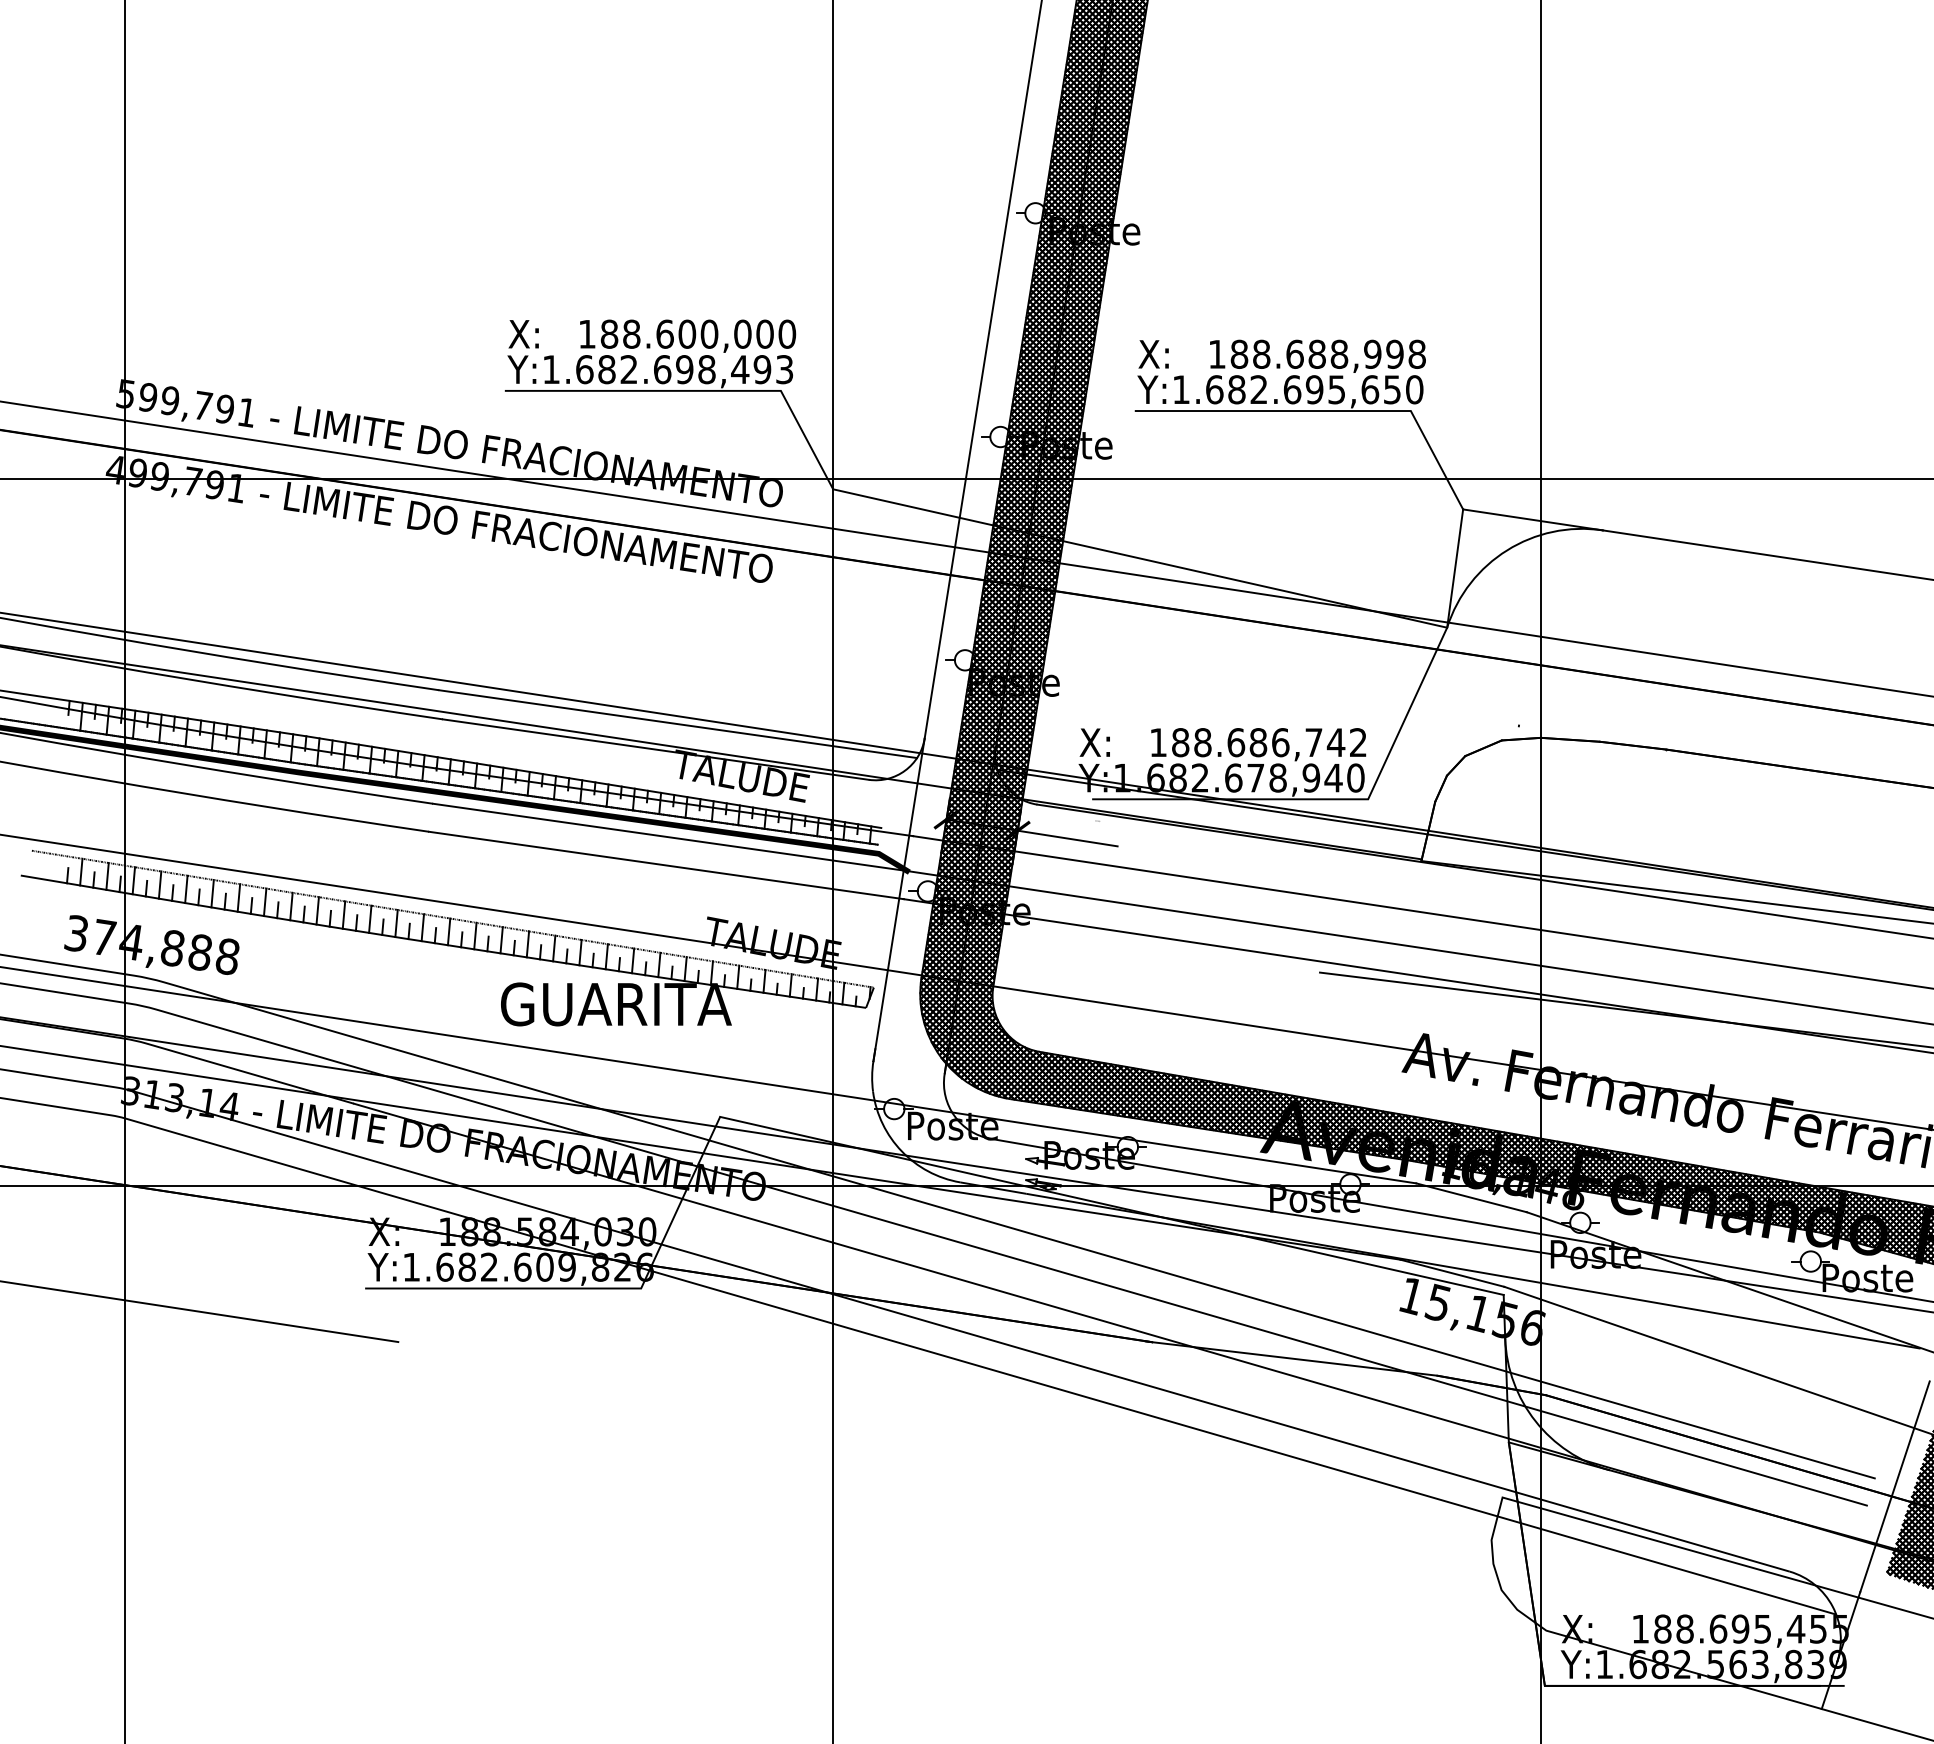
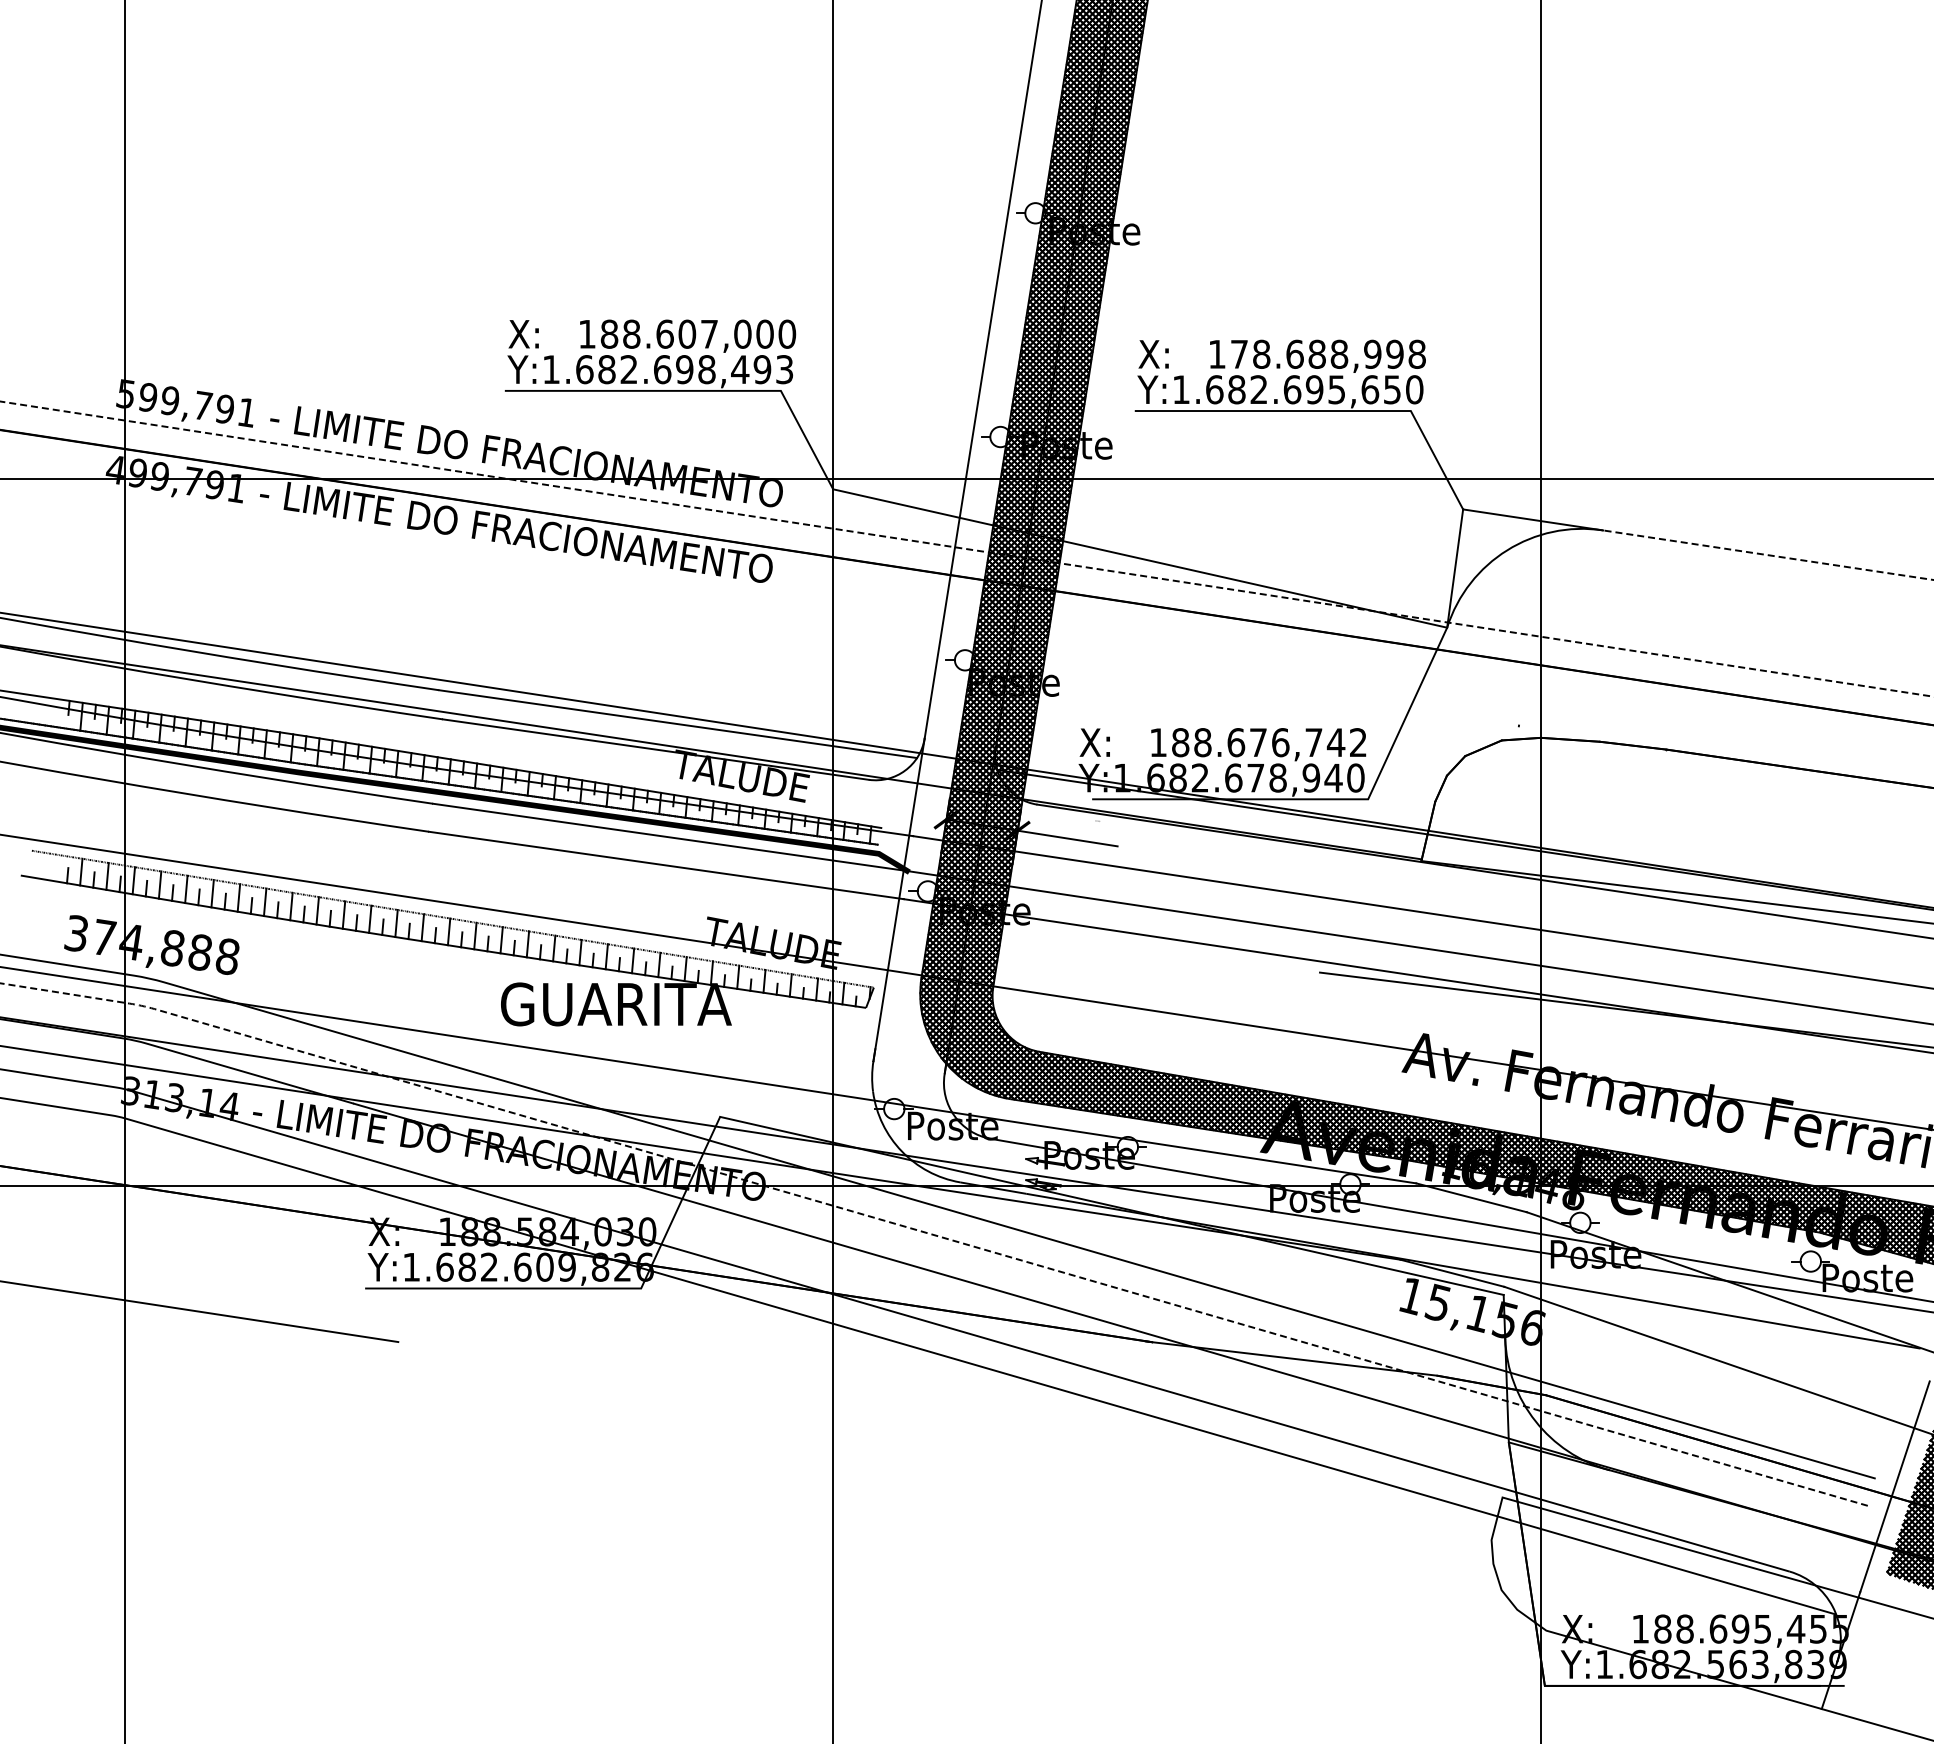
text at (709, 333): 188.600,000 -> 188.607,000
text at (1239, 353): 188.688,998 -> 178.688,998
line at (966, 549): solid -> dashed
line at (1768, 555): solid -> dashed
text at (1258, 742): 188.686,742 -> 188.676,742
line at (933, 1234): solid -> dashed
